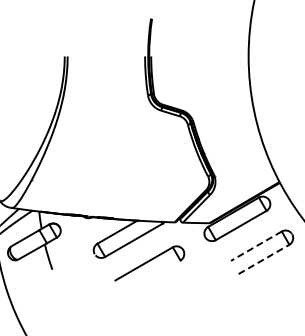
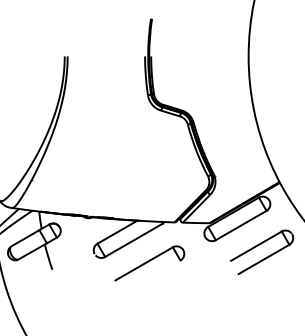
line at (255, 246): dashed -> solid
line at (264, 259): dashed -> solid
